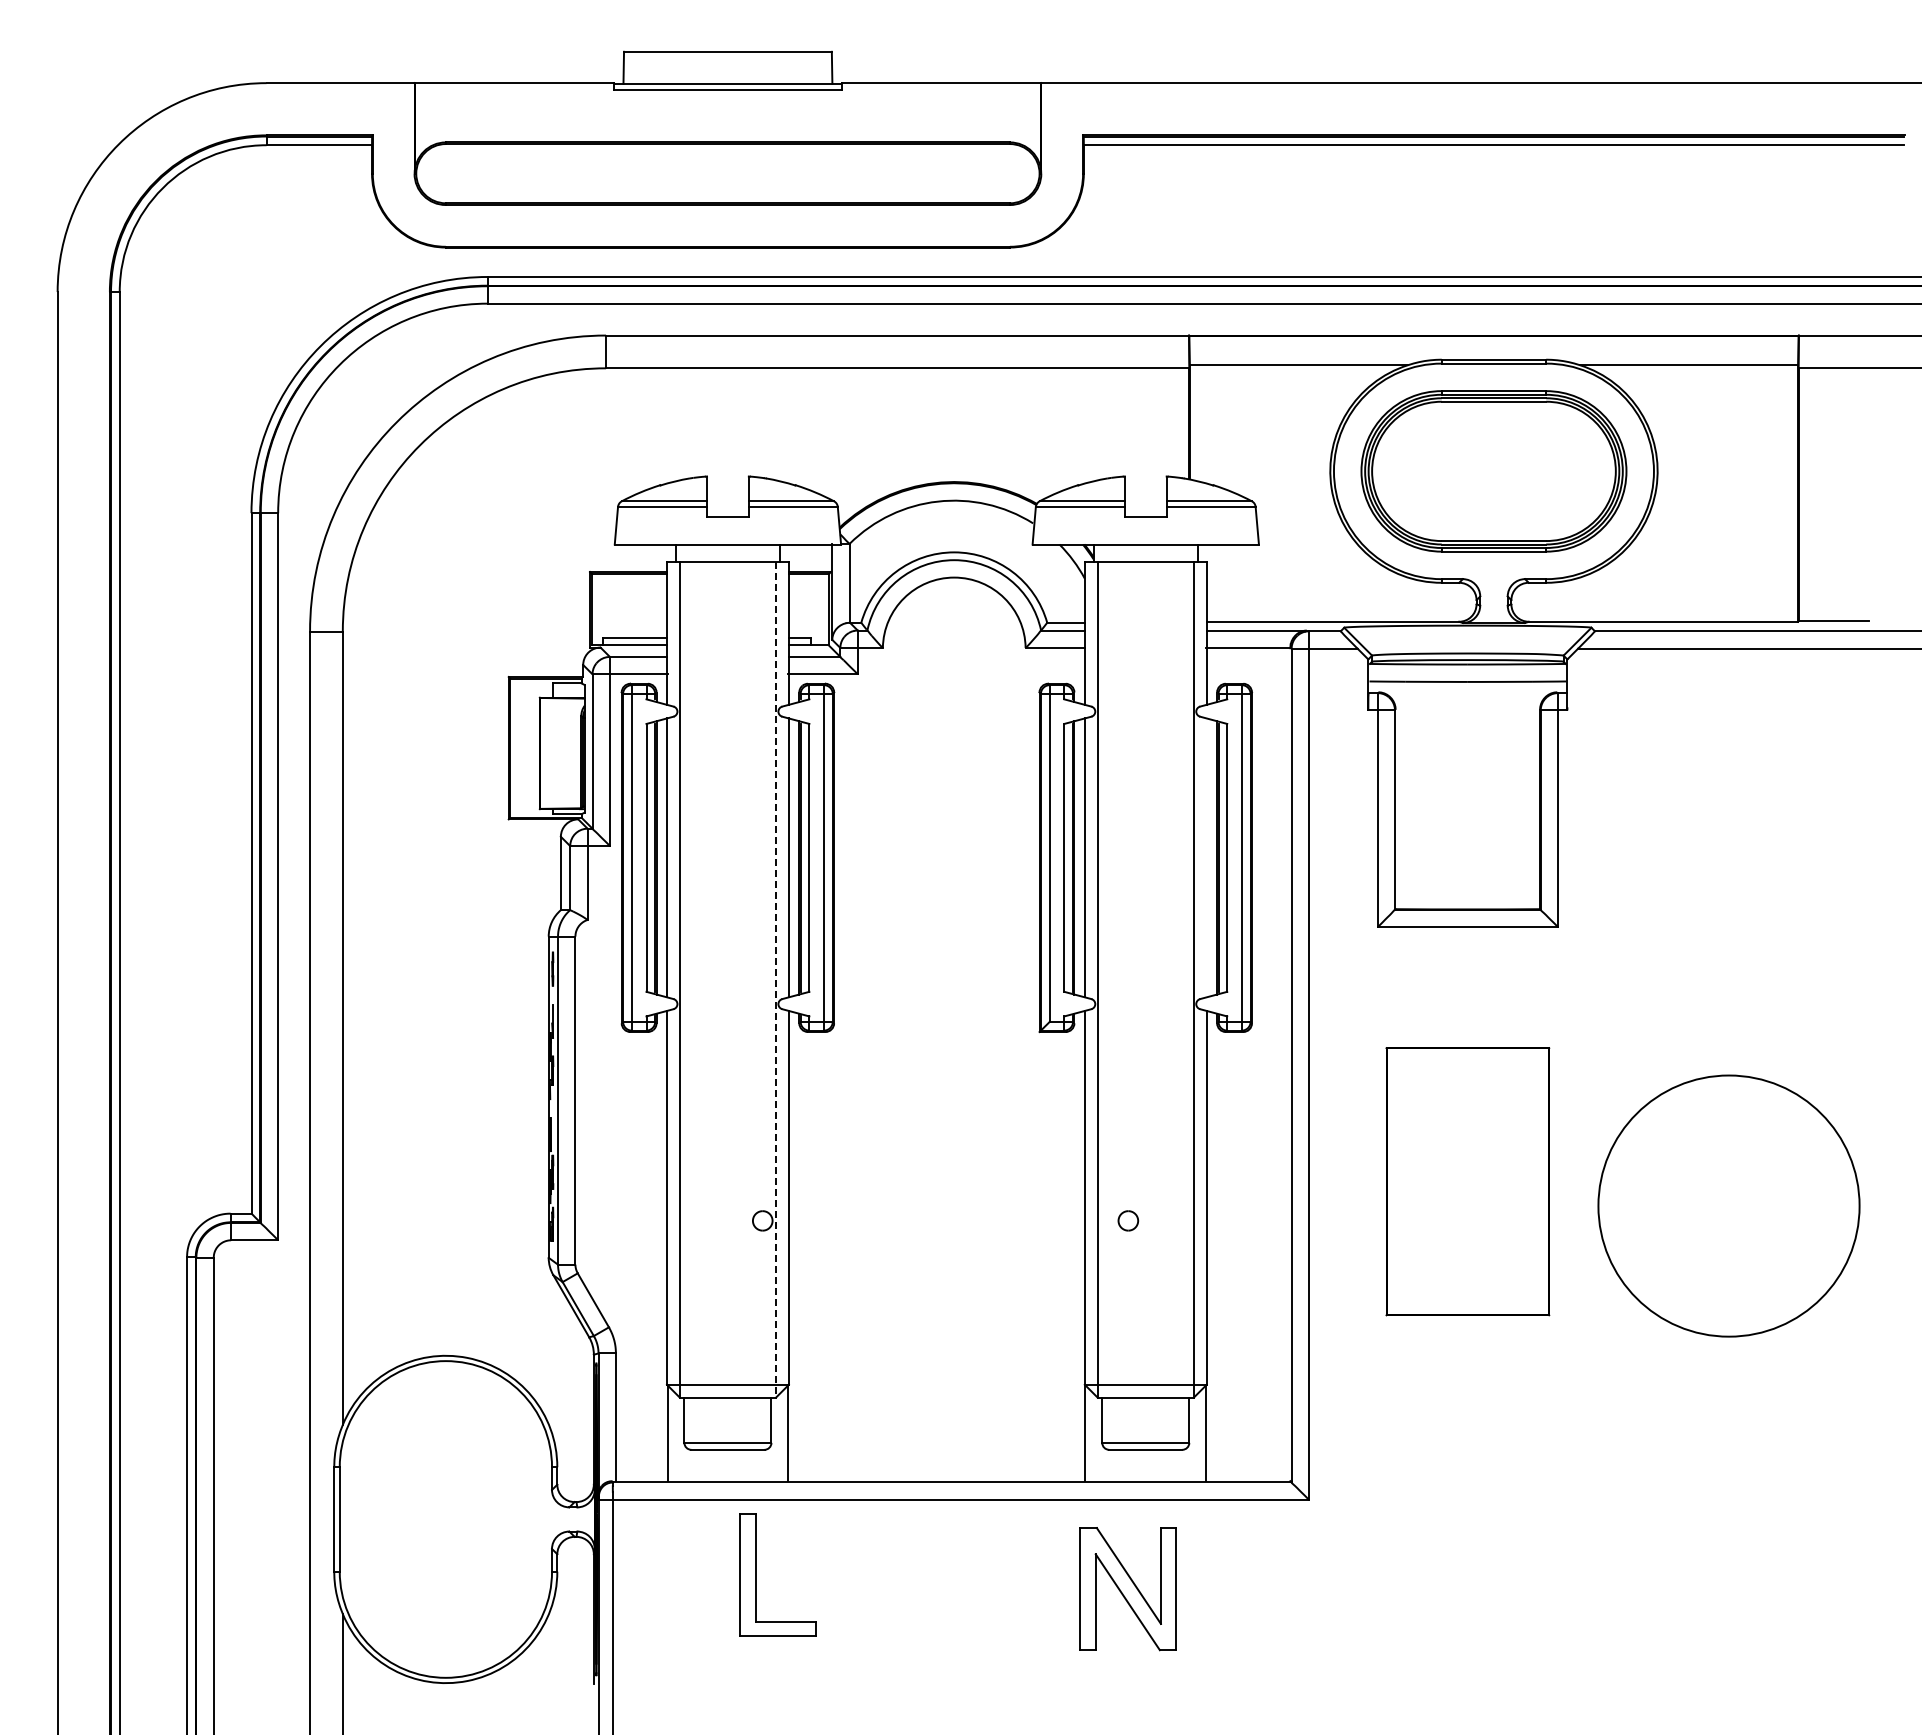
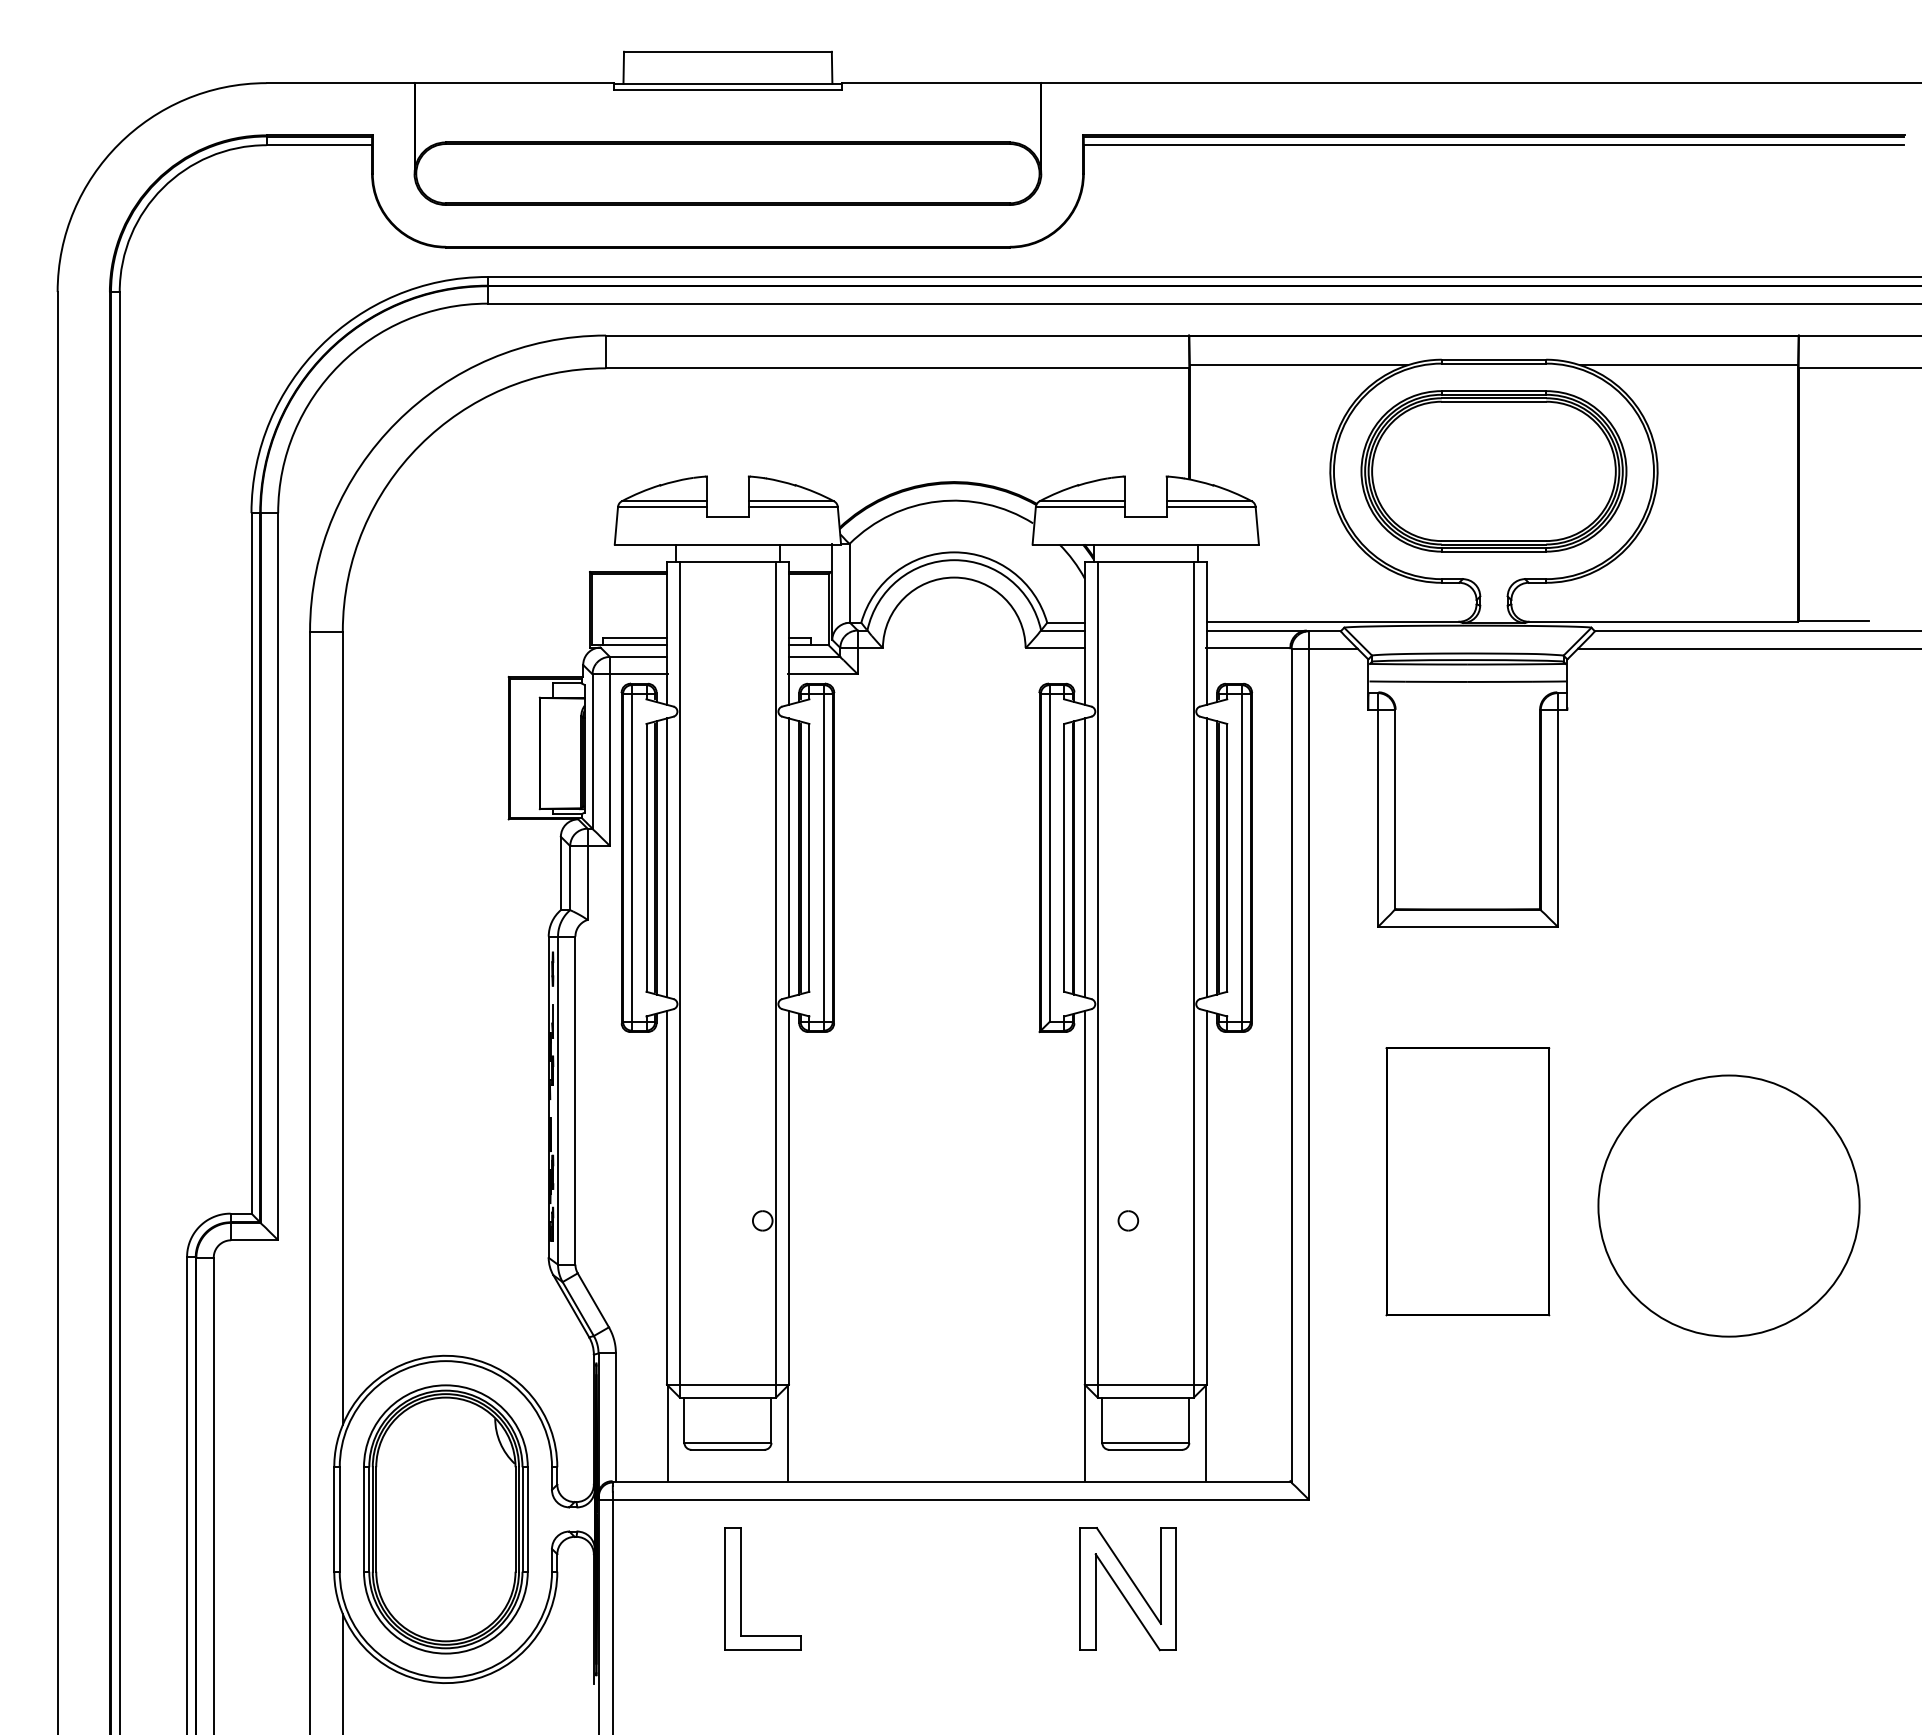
line at (1206, 857): none -> present
line at (776, 979): dashed -> solid
part at (445, 1519): none -> present
part at (756, 1574) position: (756, 1574) -> (741, 1588)
